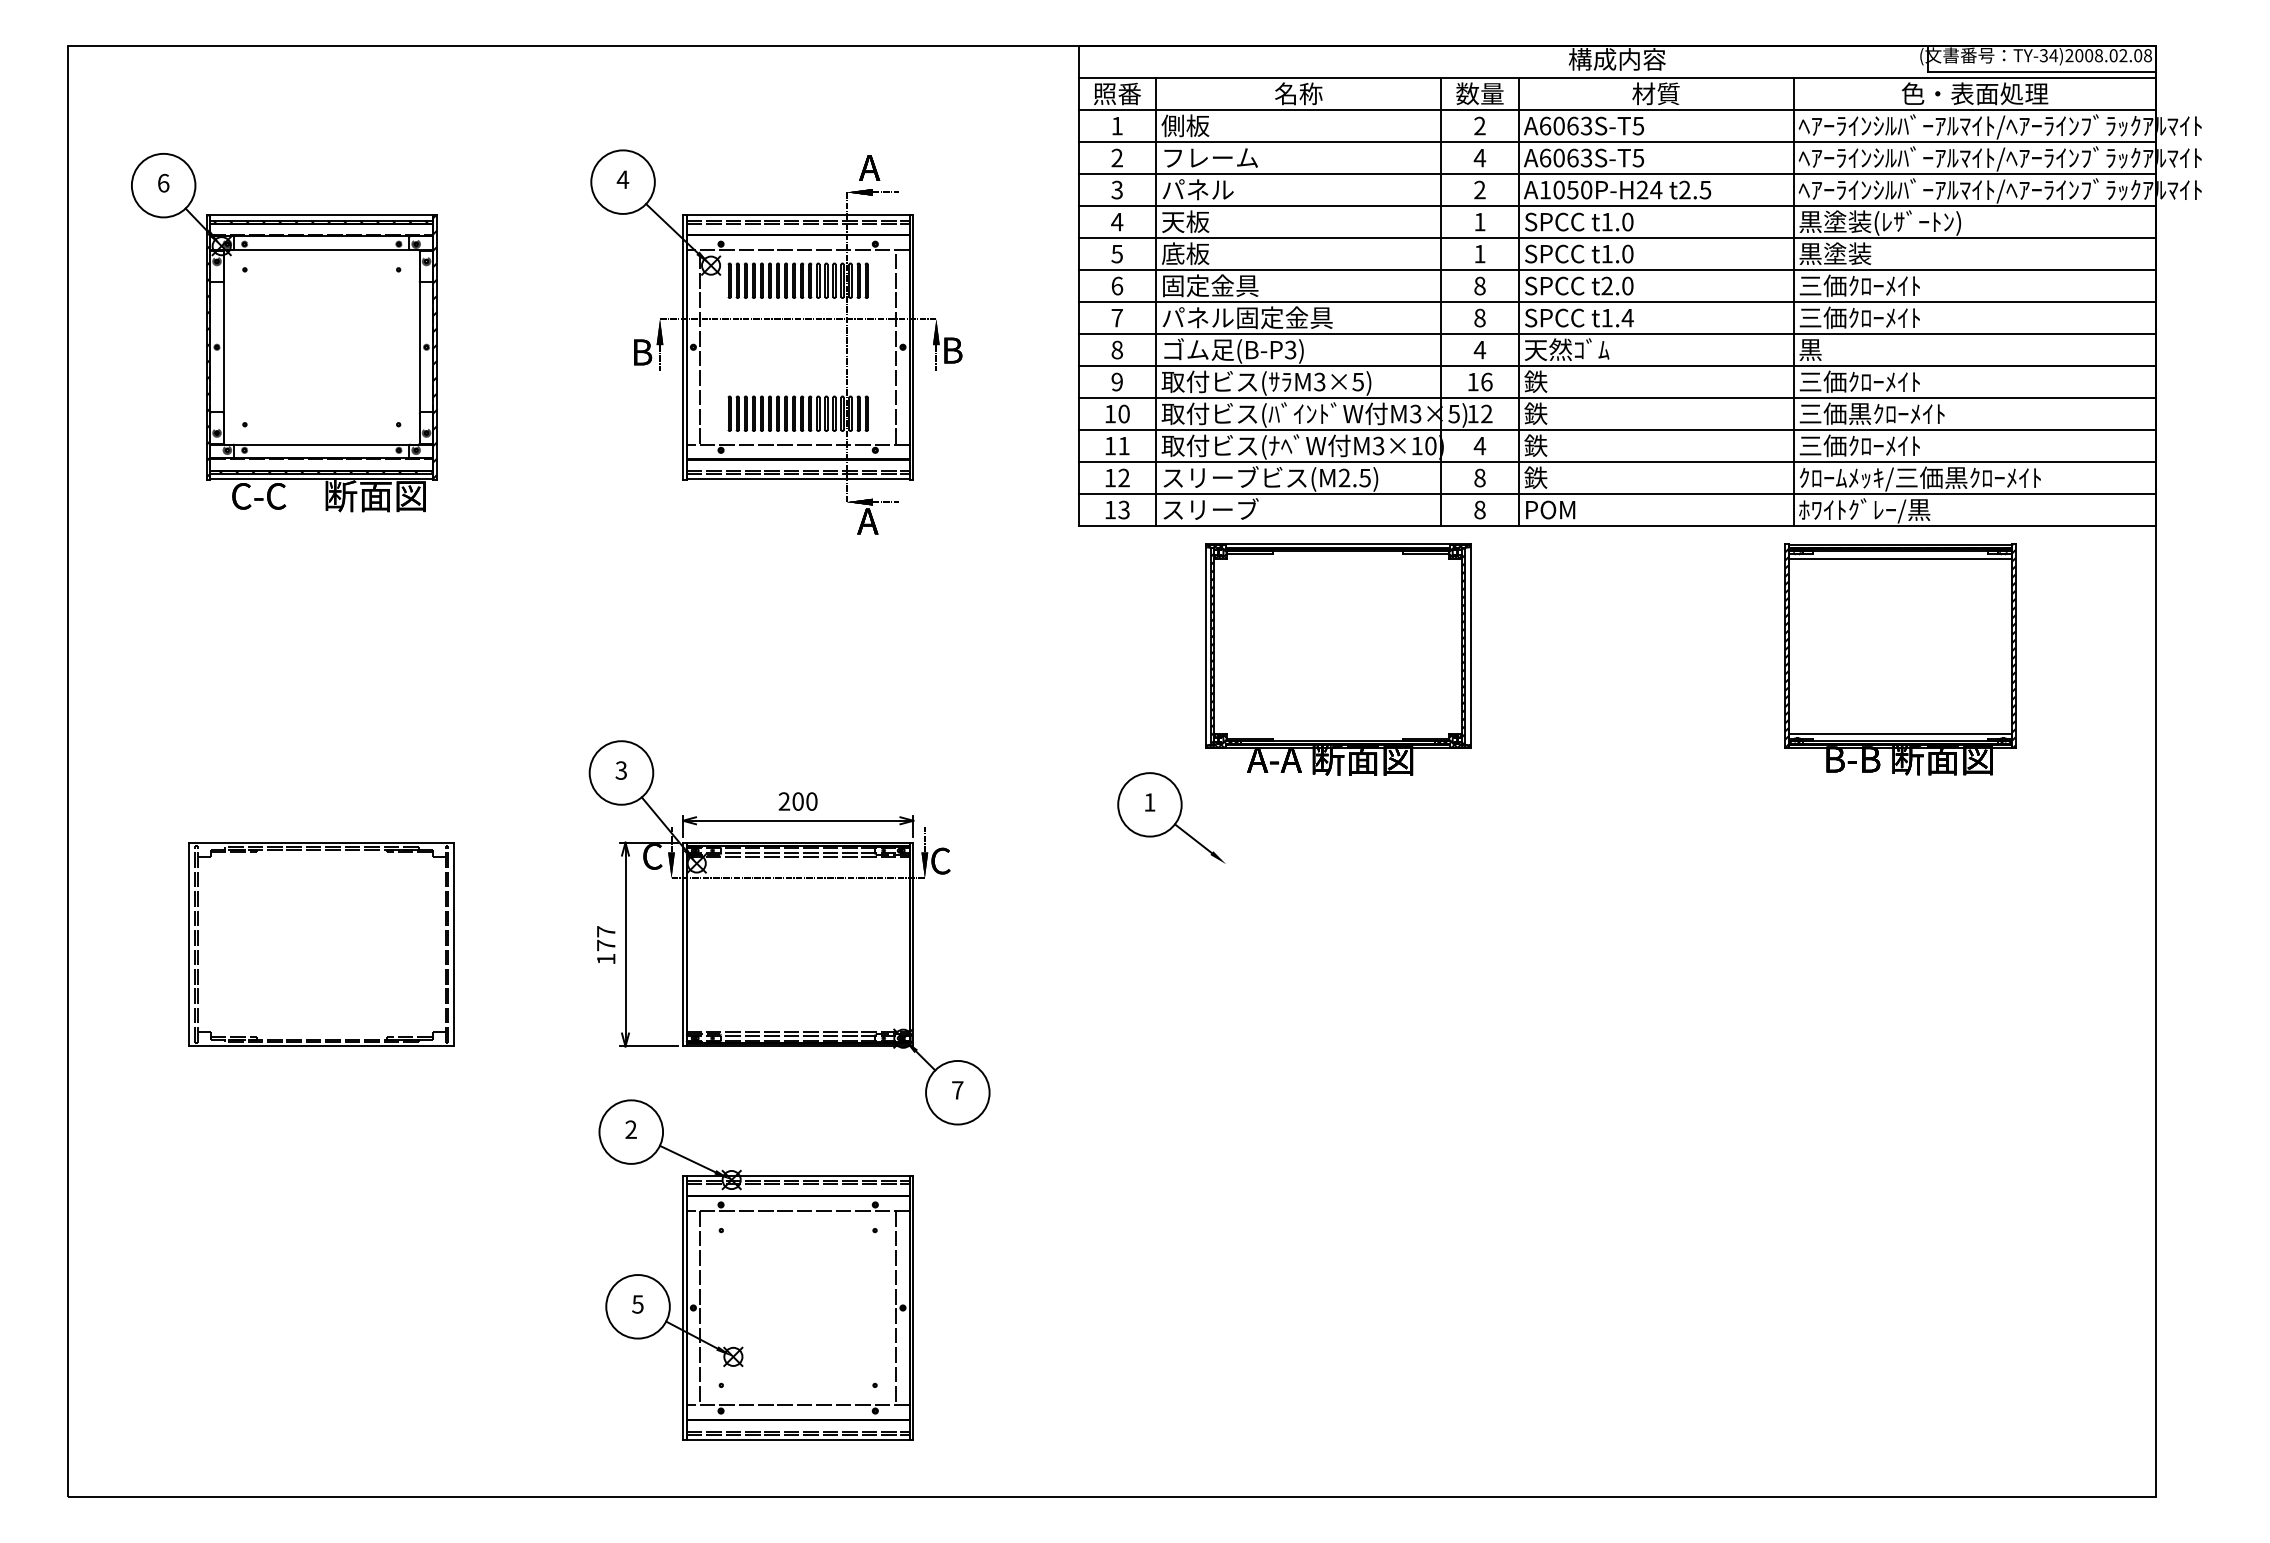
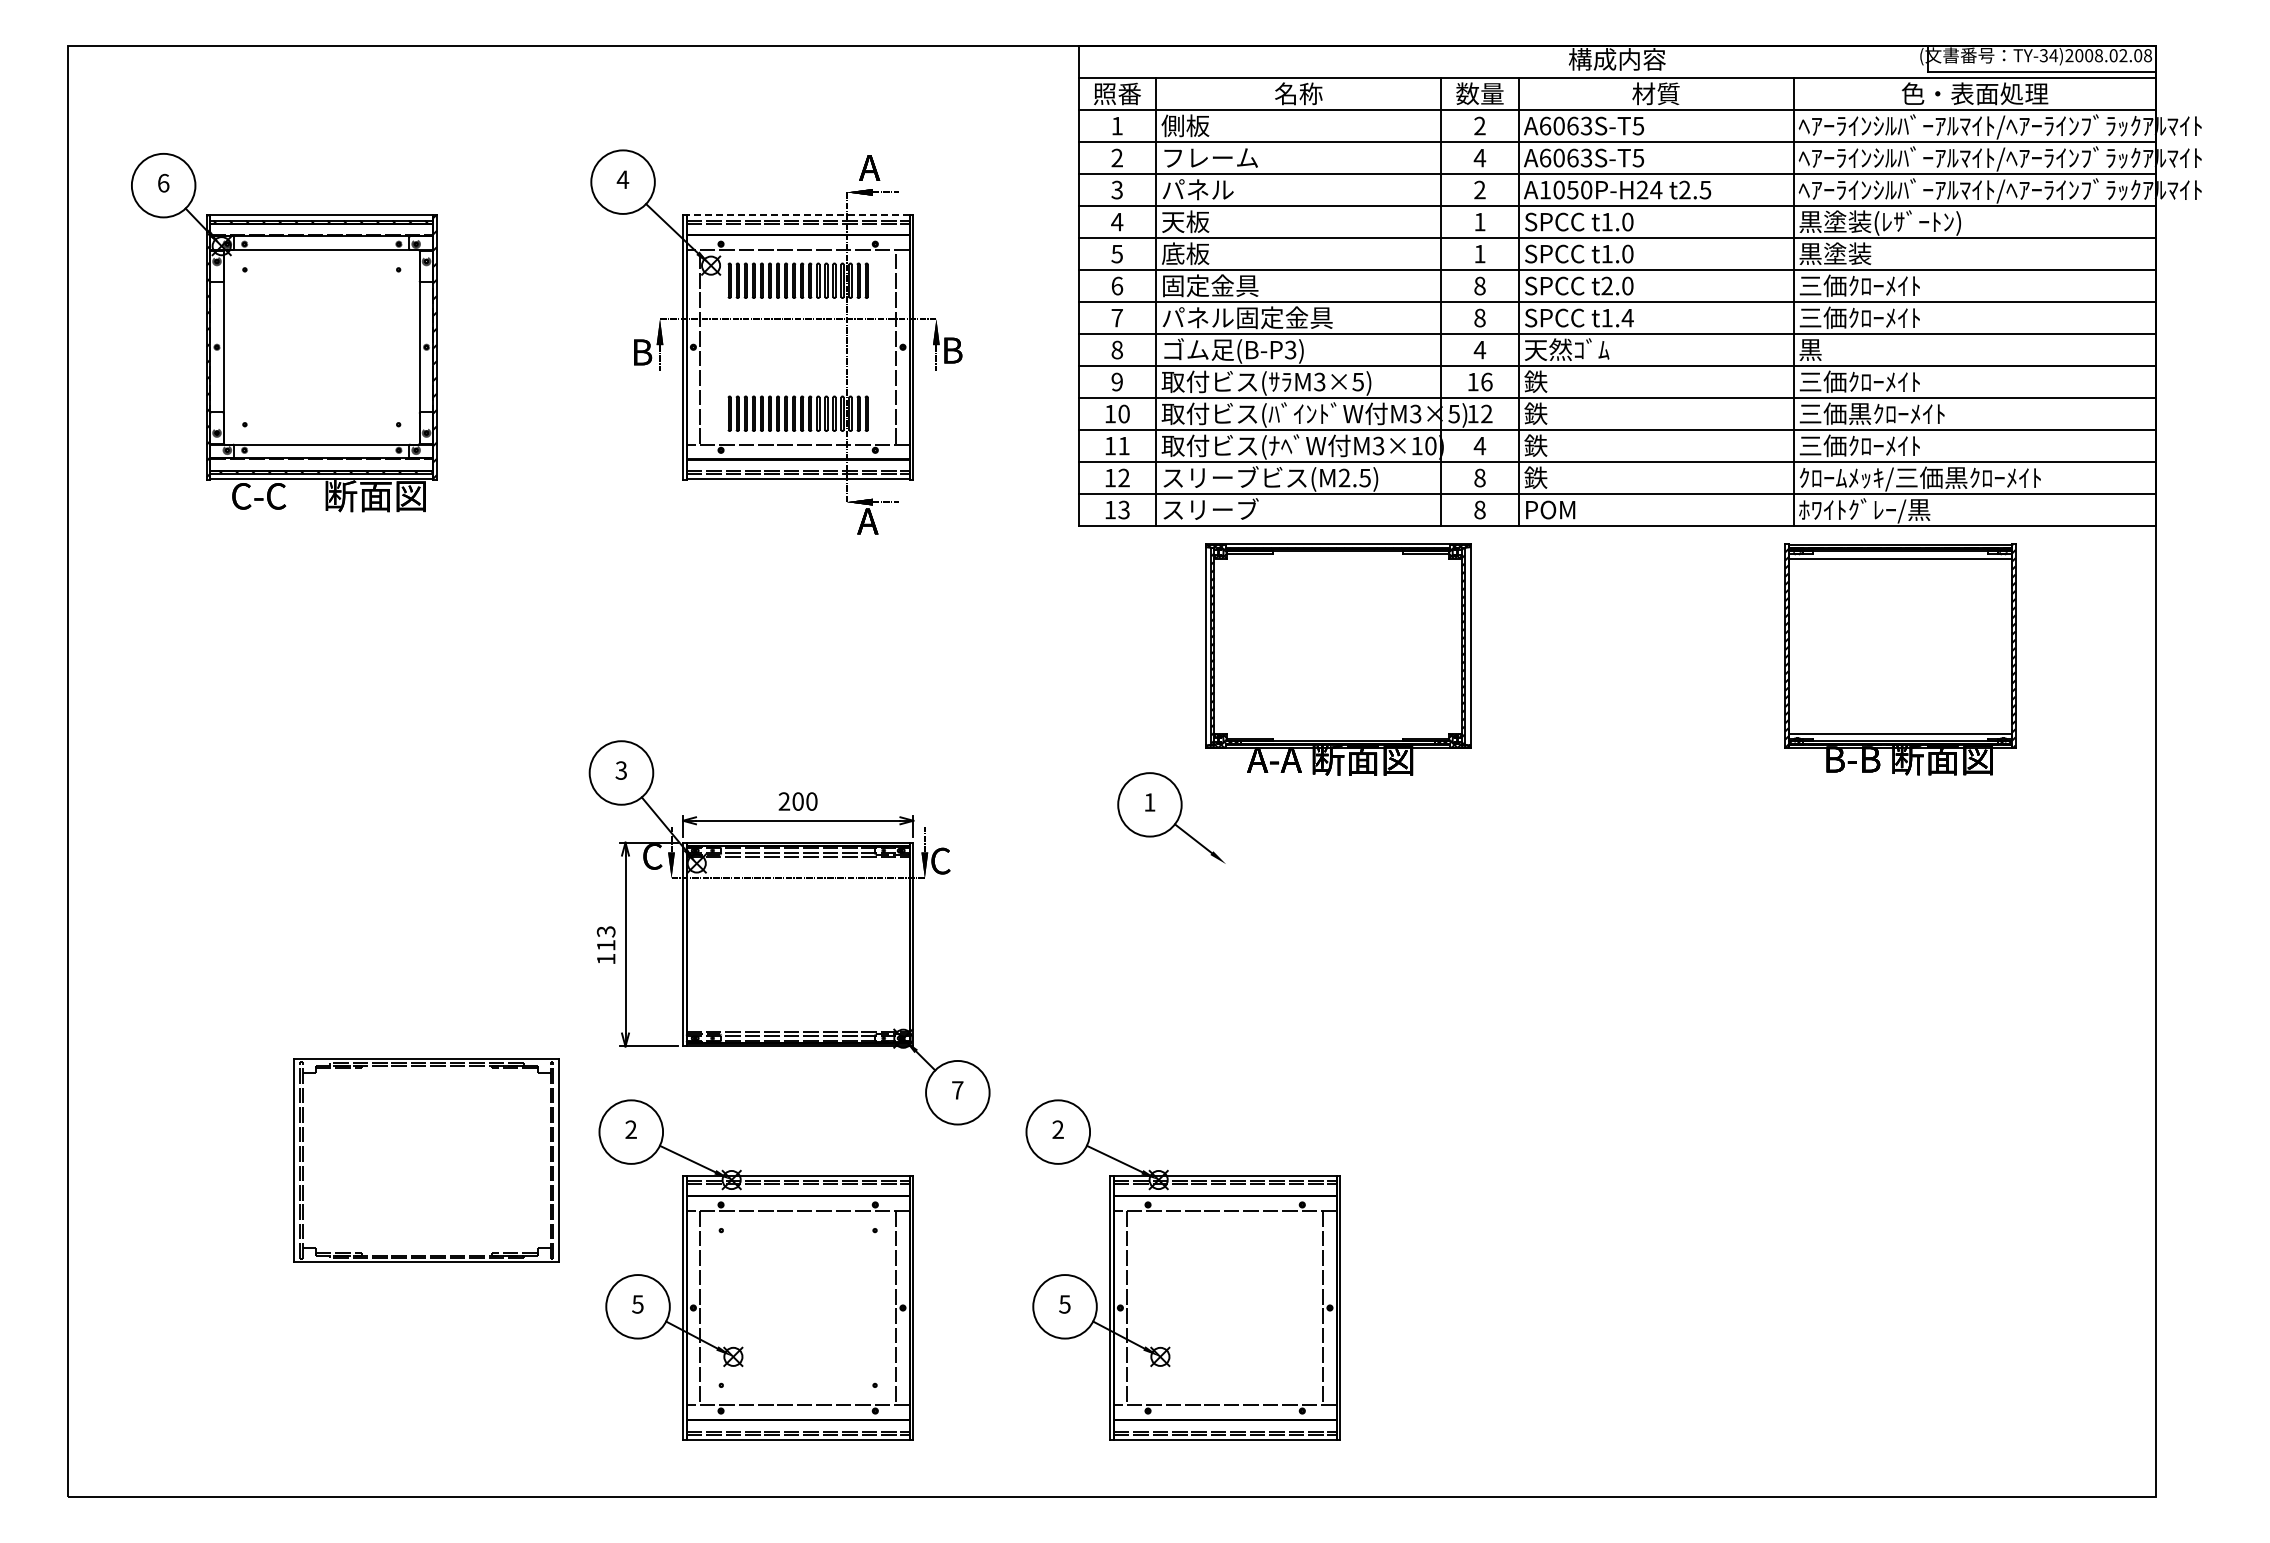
line at (798, 215): solid -> dashed
text at (605, 938): 177 -> 113
part at (321, 944) position: (321, 944) -> (426, 1160)
part at (1182, 1269): none -> present
